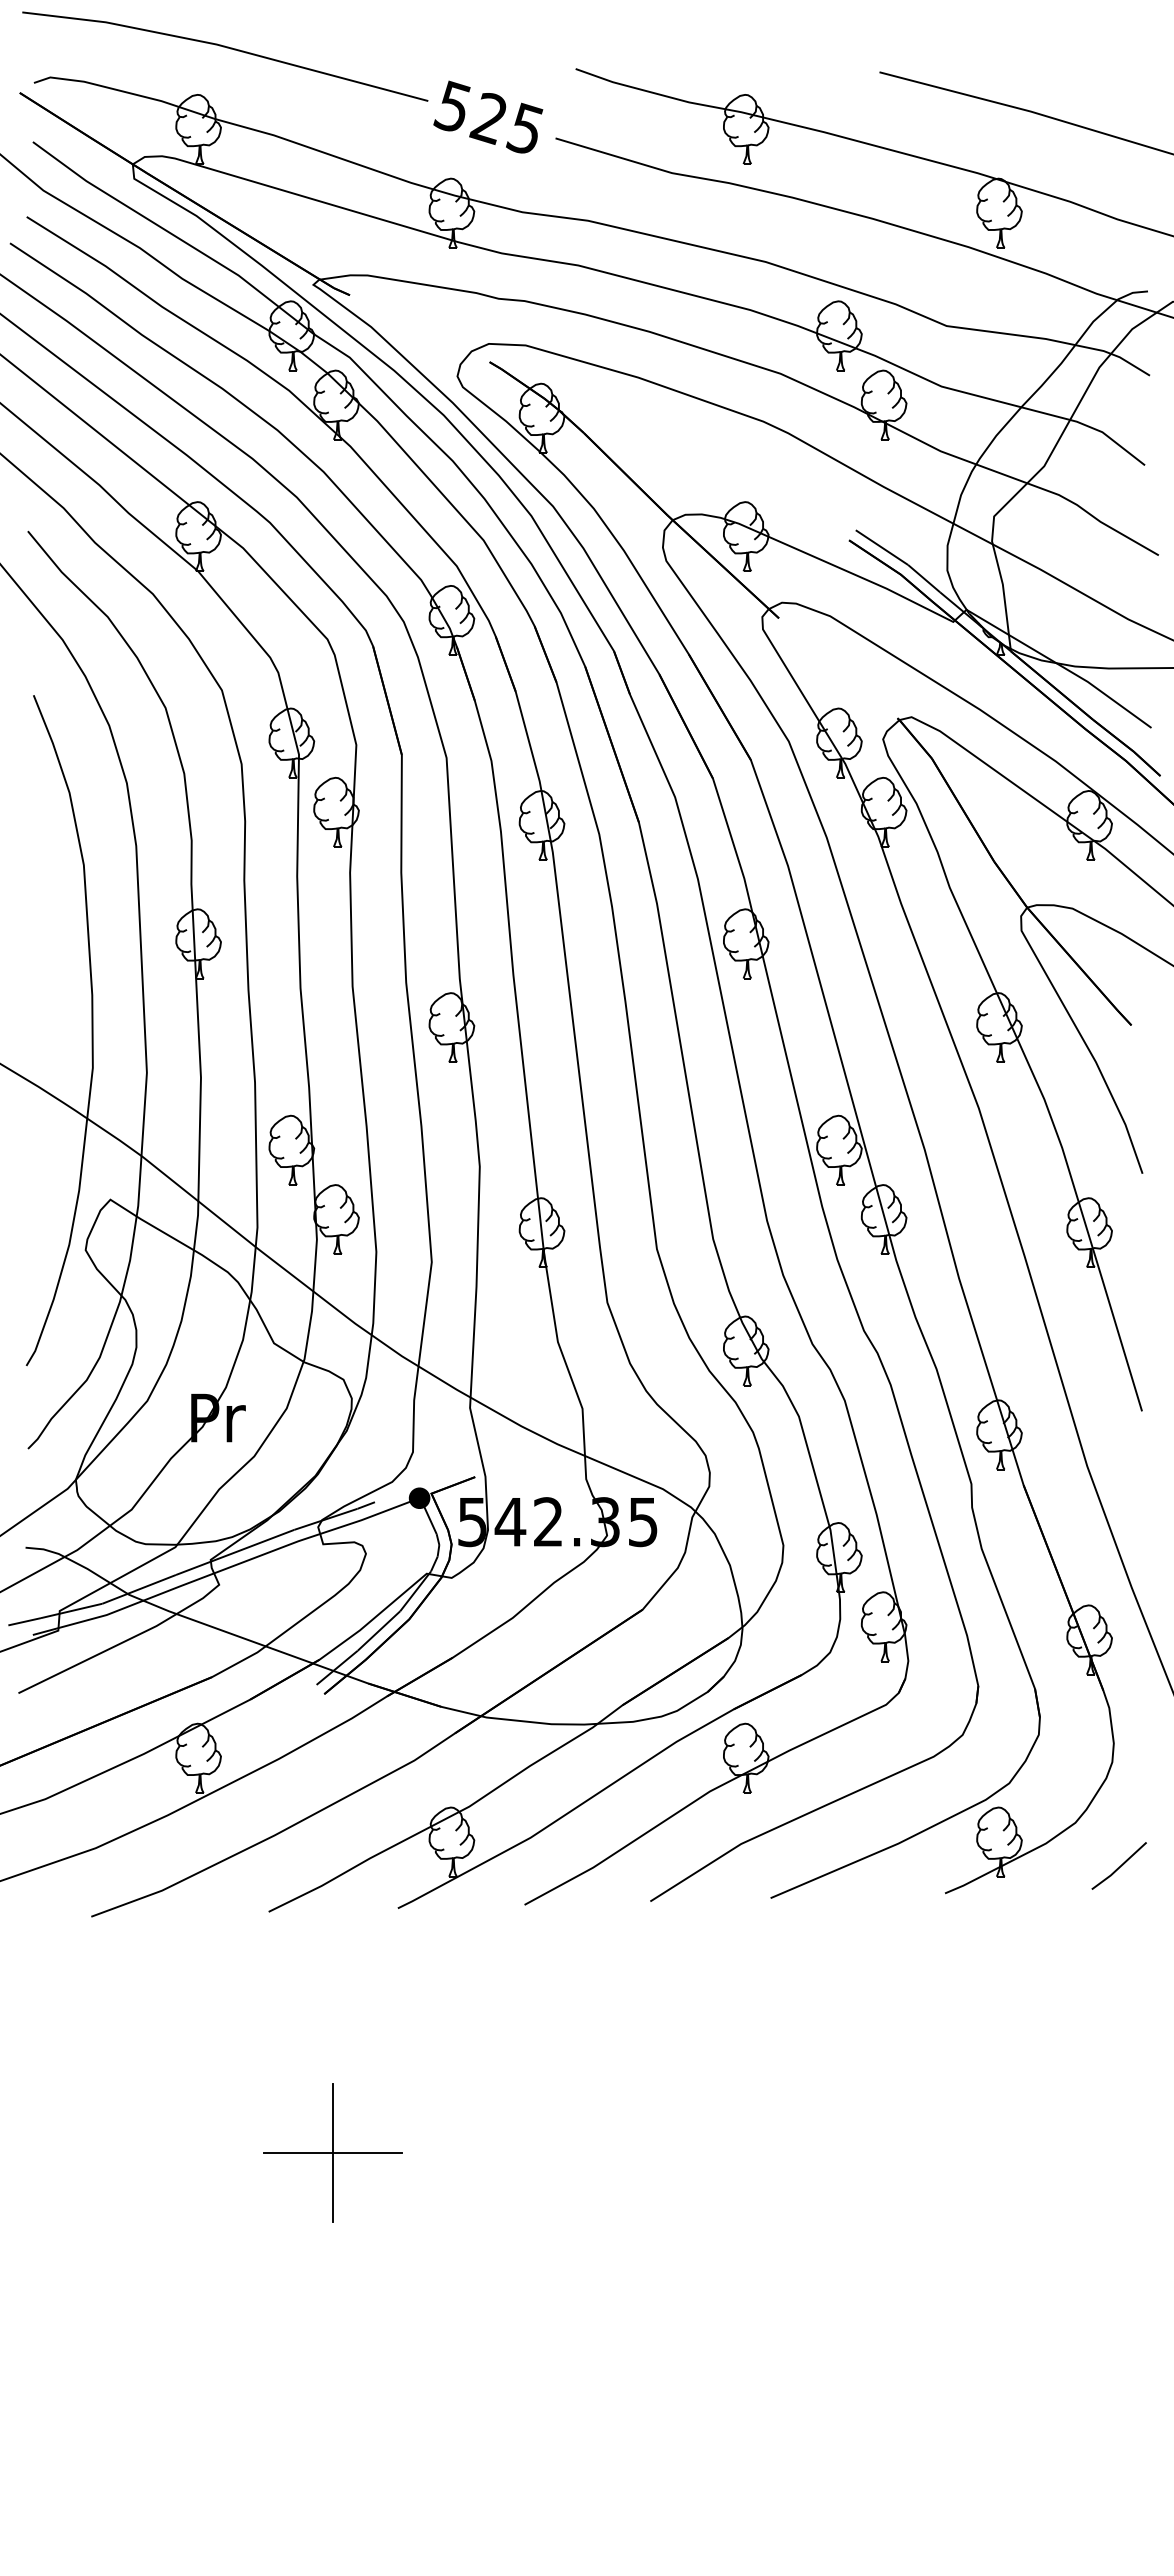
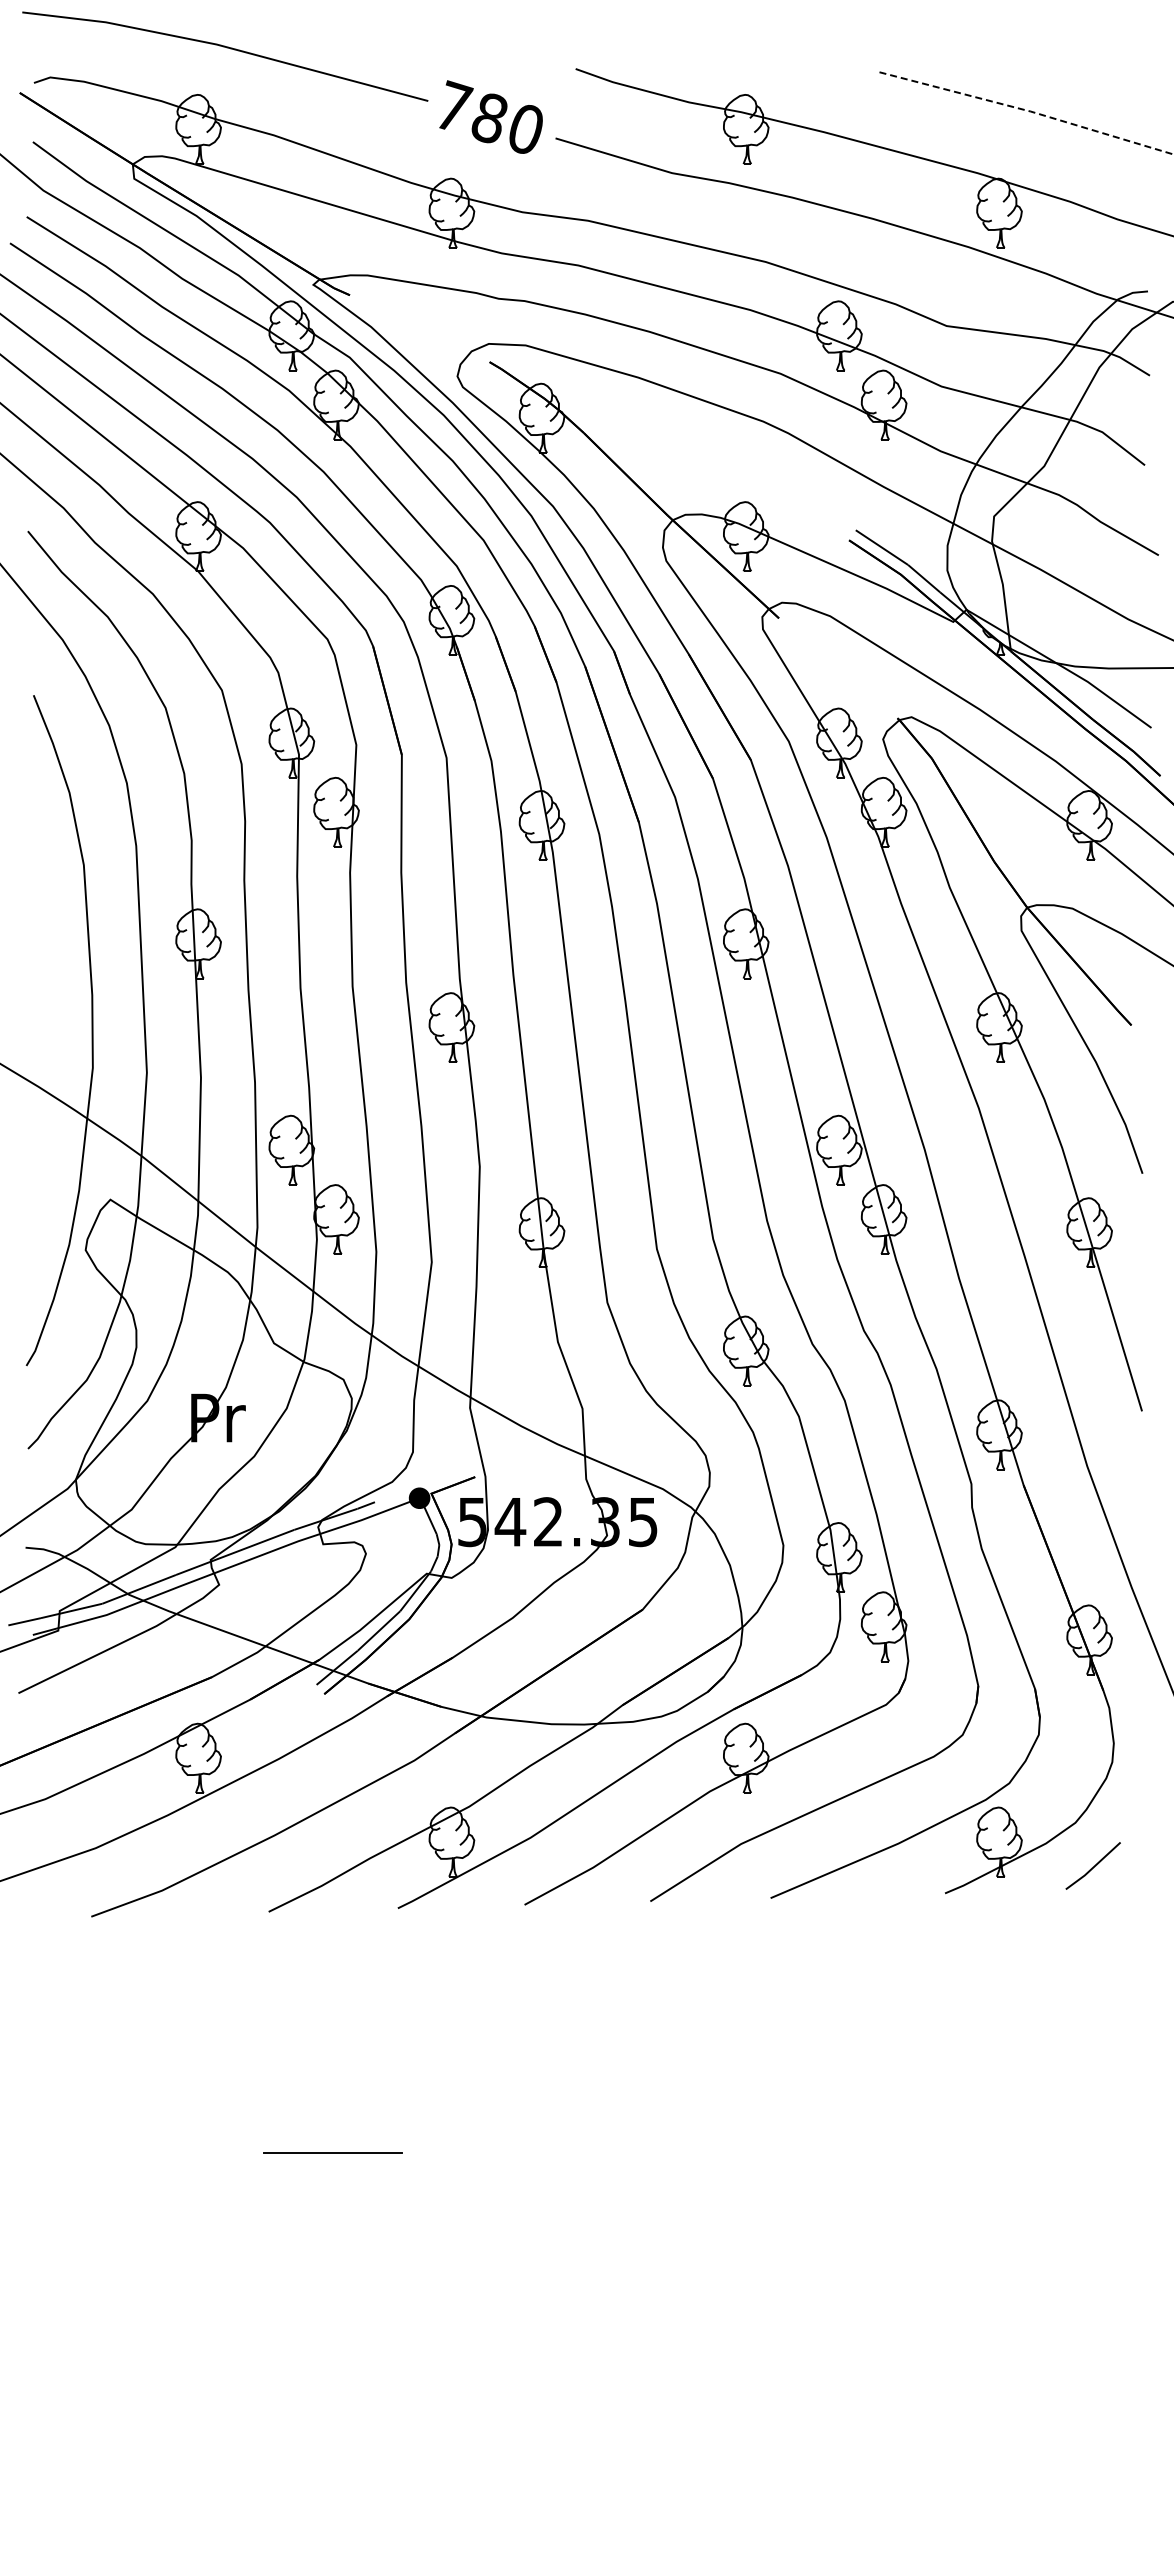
line at (1027, 110): solid -> dashed
text at (488, 116): 525 -> 780
line at (1119, 1866) position: (1119, 1866) -> (1093, 1866)
line at (333, 2153): present -> none
